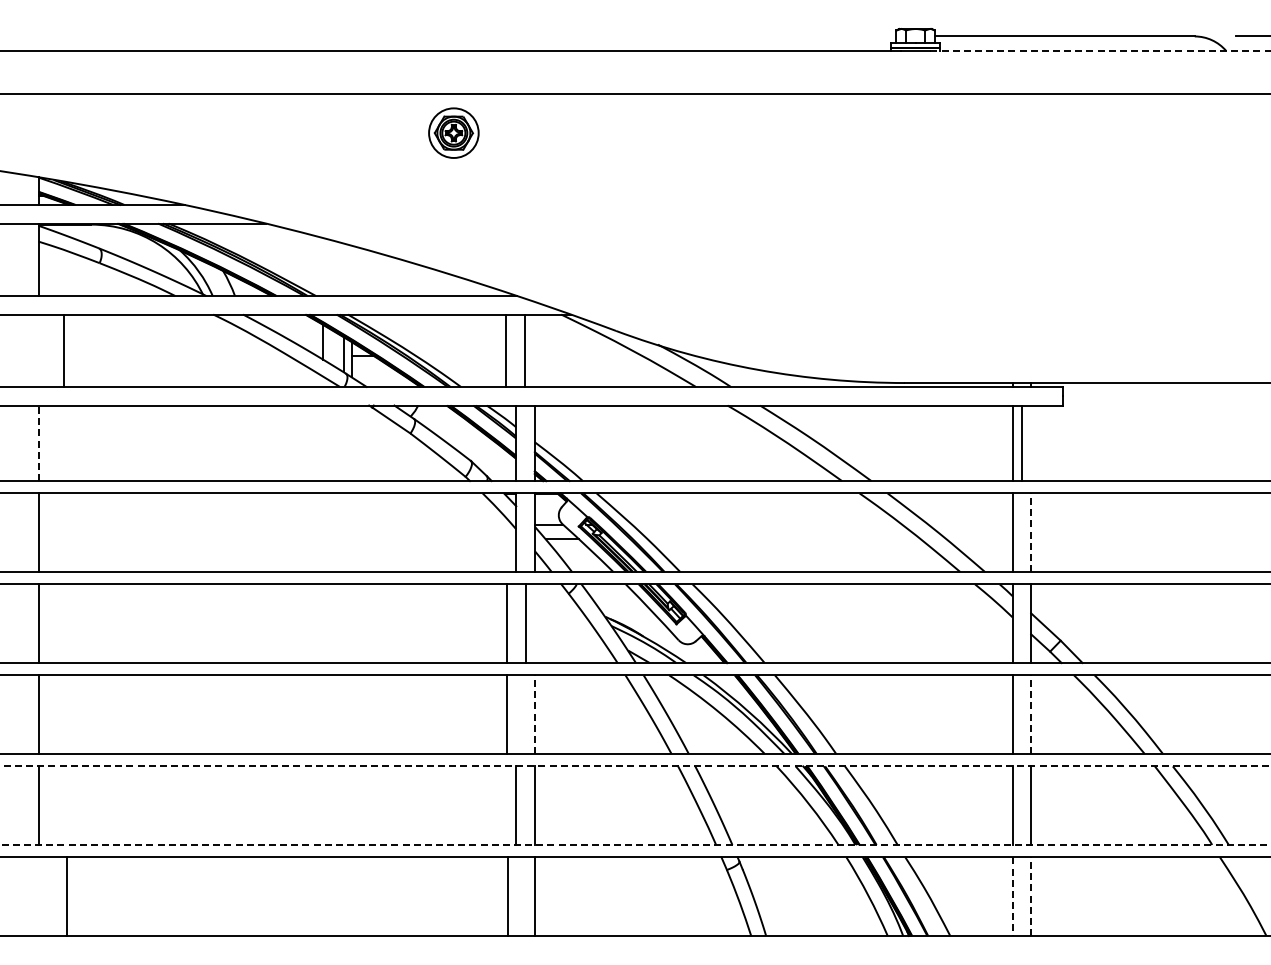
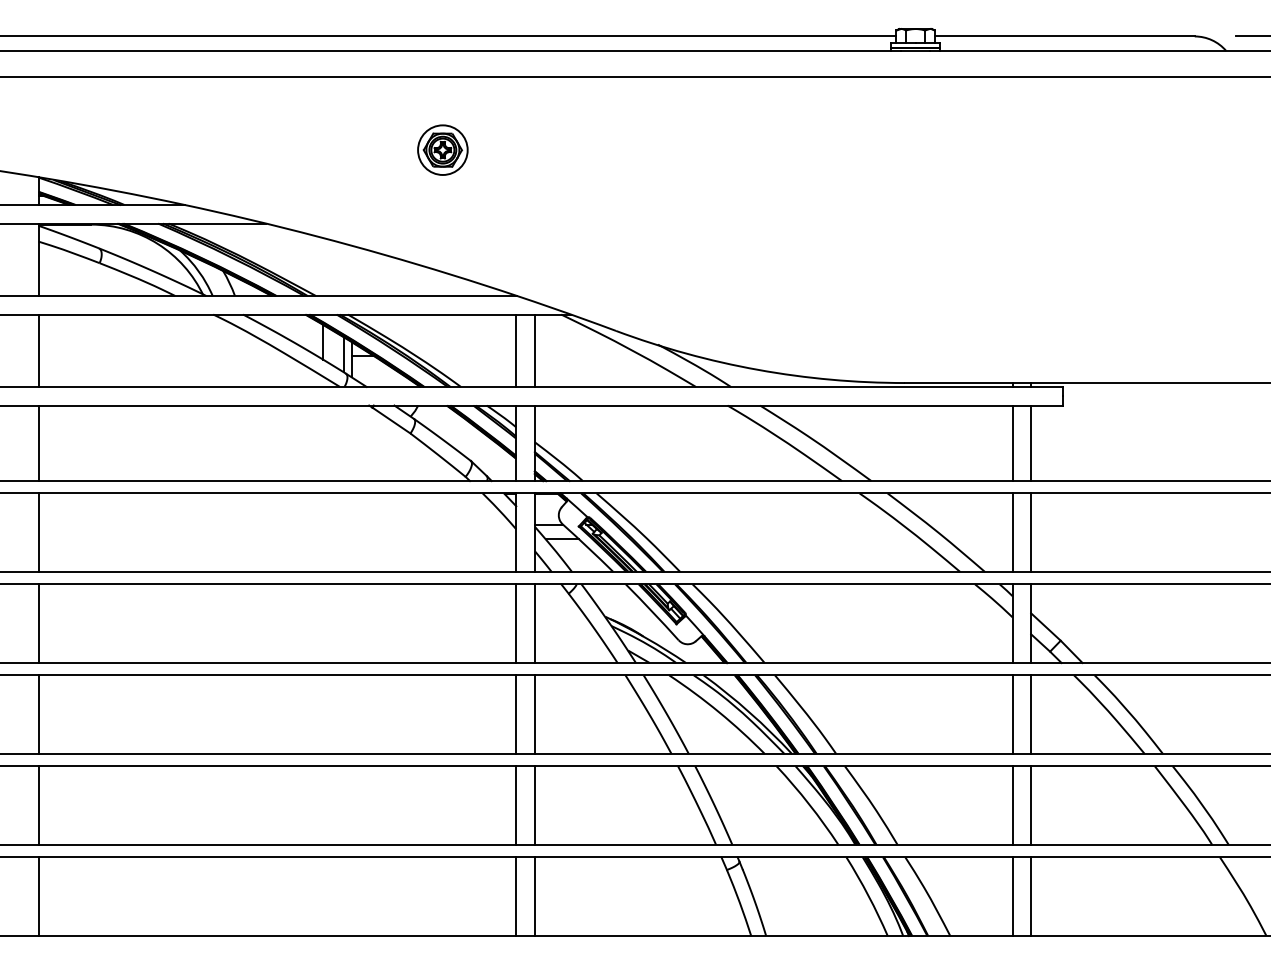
line at (449, 36): none -> present
line at (1100, 50): dashed -> solid
line at (634, 93) position: (634, 93) -> (634, 76)
part at (453, 132) position: (453, 132) -> (442, 149)
line at (63, 350) position: (63, 350) -> (38, 350)
line at (506, 350) position: (506, 350) -> (516, 350)
line at (524, 350) position: (524, 350) -> (534, 350)
line at (38, 443): dashed -> solid
line at (1022, 443) position: (1022, 443) -> (1031, 443)
line at (1031, 532): dashed -> solid
line at (507, 623) position: (507, 623) -> (516, 623)
line at (525, 623) position: (525, 623) -> (534, 623)
line at (507, 714) position: (507, 714) -> (516, 714)
line at (534, 714): dashed -> solid
line at (1031, 714): dashed -> solid
line at (635, 766): dashed -> solid
line at (635, 844): dashed -> solid
line at (66, 896) position: (66, 896) -> (38, 896)
line at (508, 896) position: (508, 896) -> (516, 896)
line at (1031, 896): dashed -> solid
line at (1012, 897): dashed -> solid
